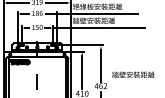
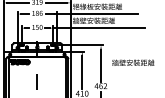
text at (133, 74) position: (133, 74) -> (133, 62)
